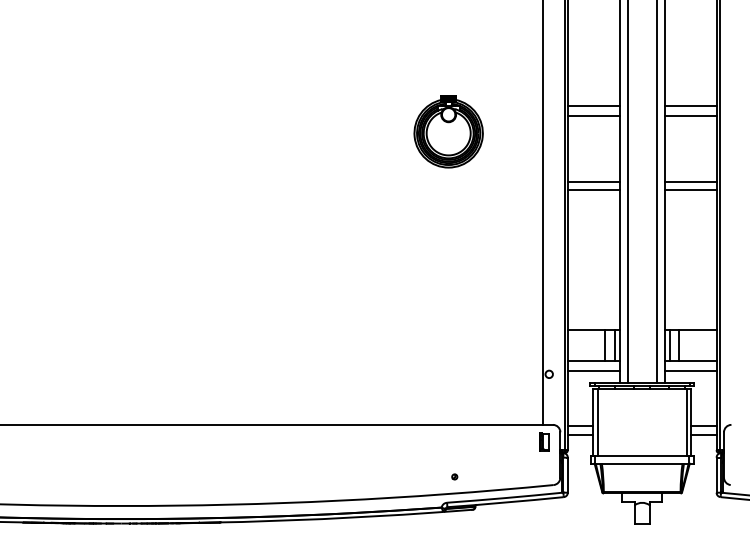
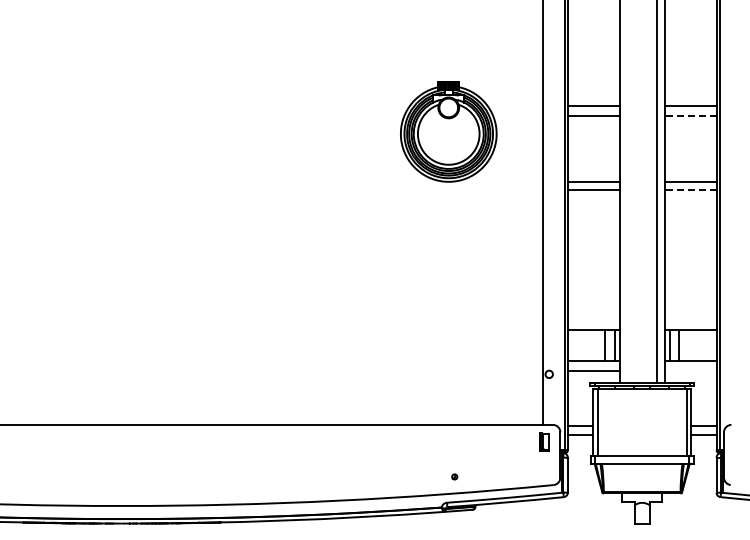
line at (690, 115): solid -> dashed
part at (448, 131) size: 71x74 px -> 98x102 px
line at (690, 189): solid -> dashed
line at (627, 192): present -> none
line at (690, 370): present -> none
